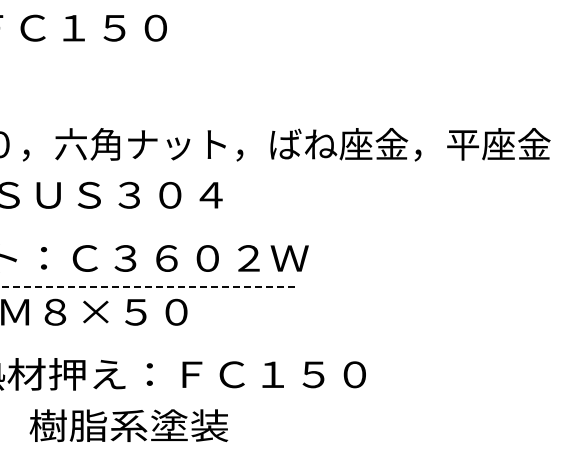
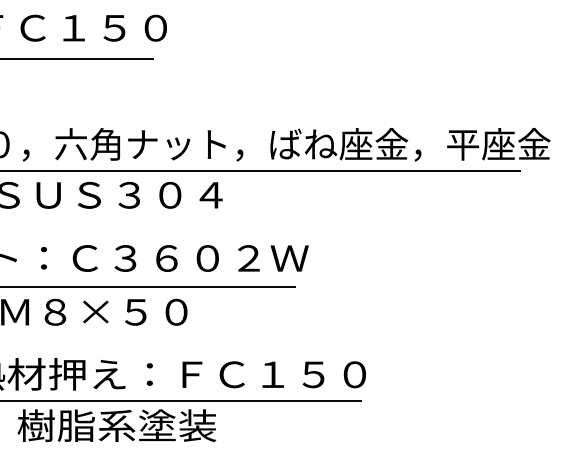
line at (77, 58): none -> present
line at (260, 171): none -> present
line at (146, 287): dashed -> solid
line at (181, 401): none -> present
text at (128, 425) position: (128, 425) -> (116, 425)
